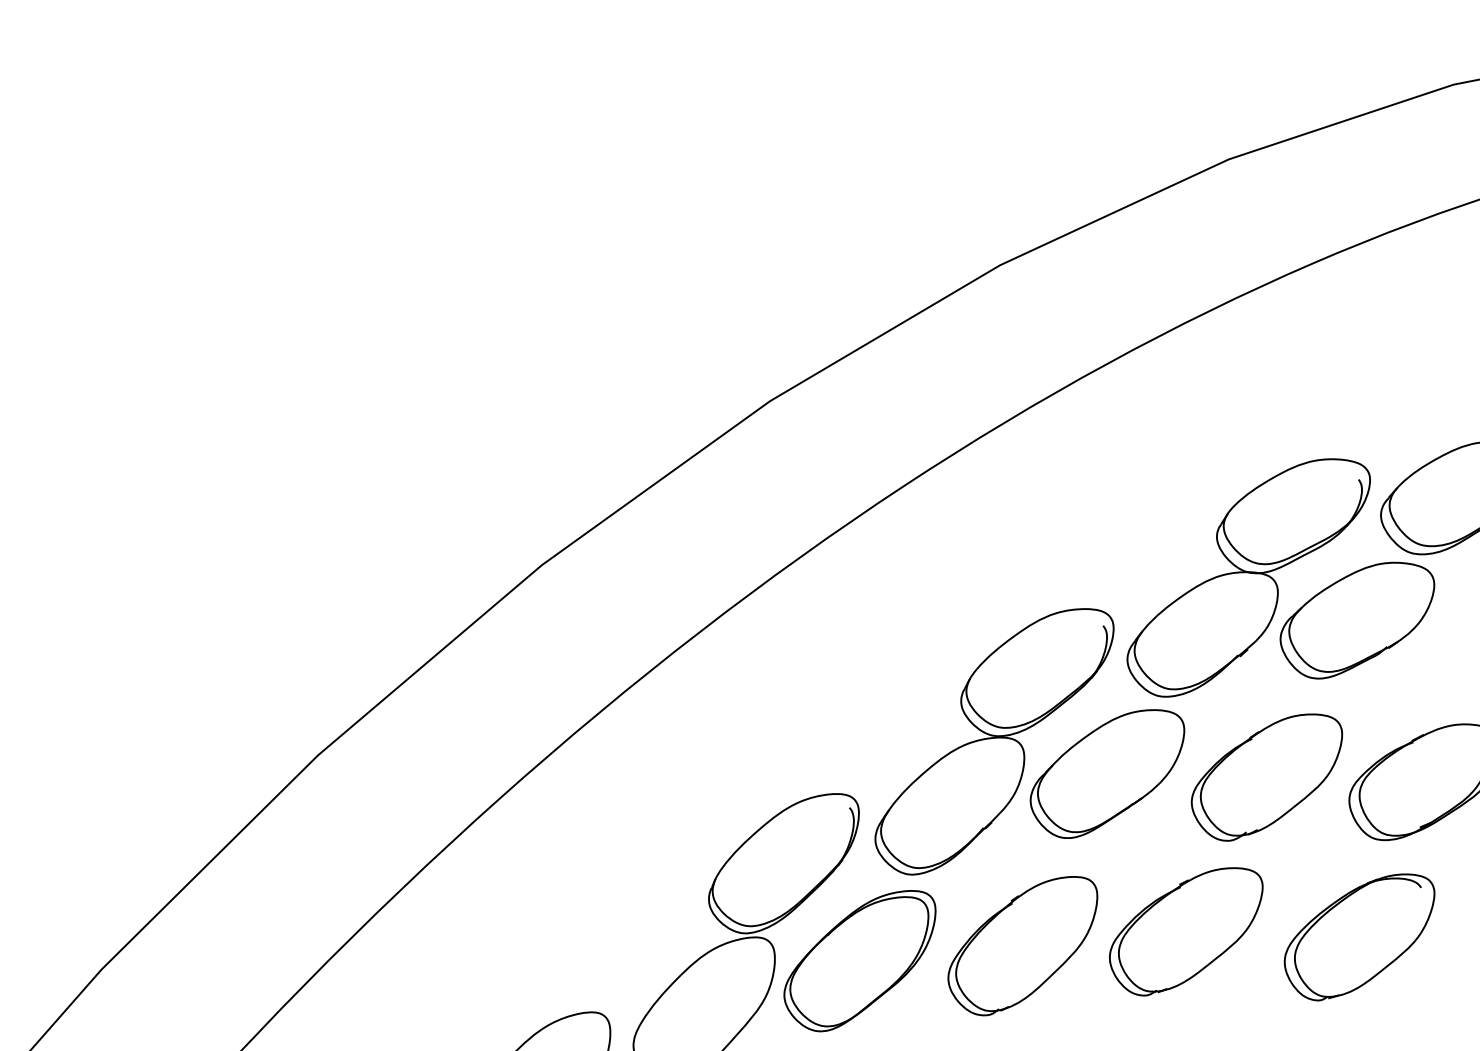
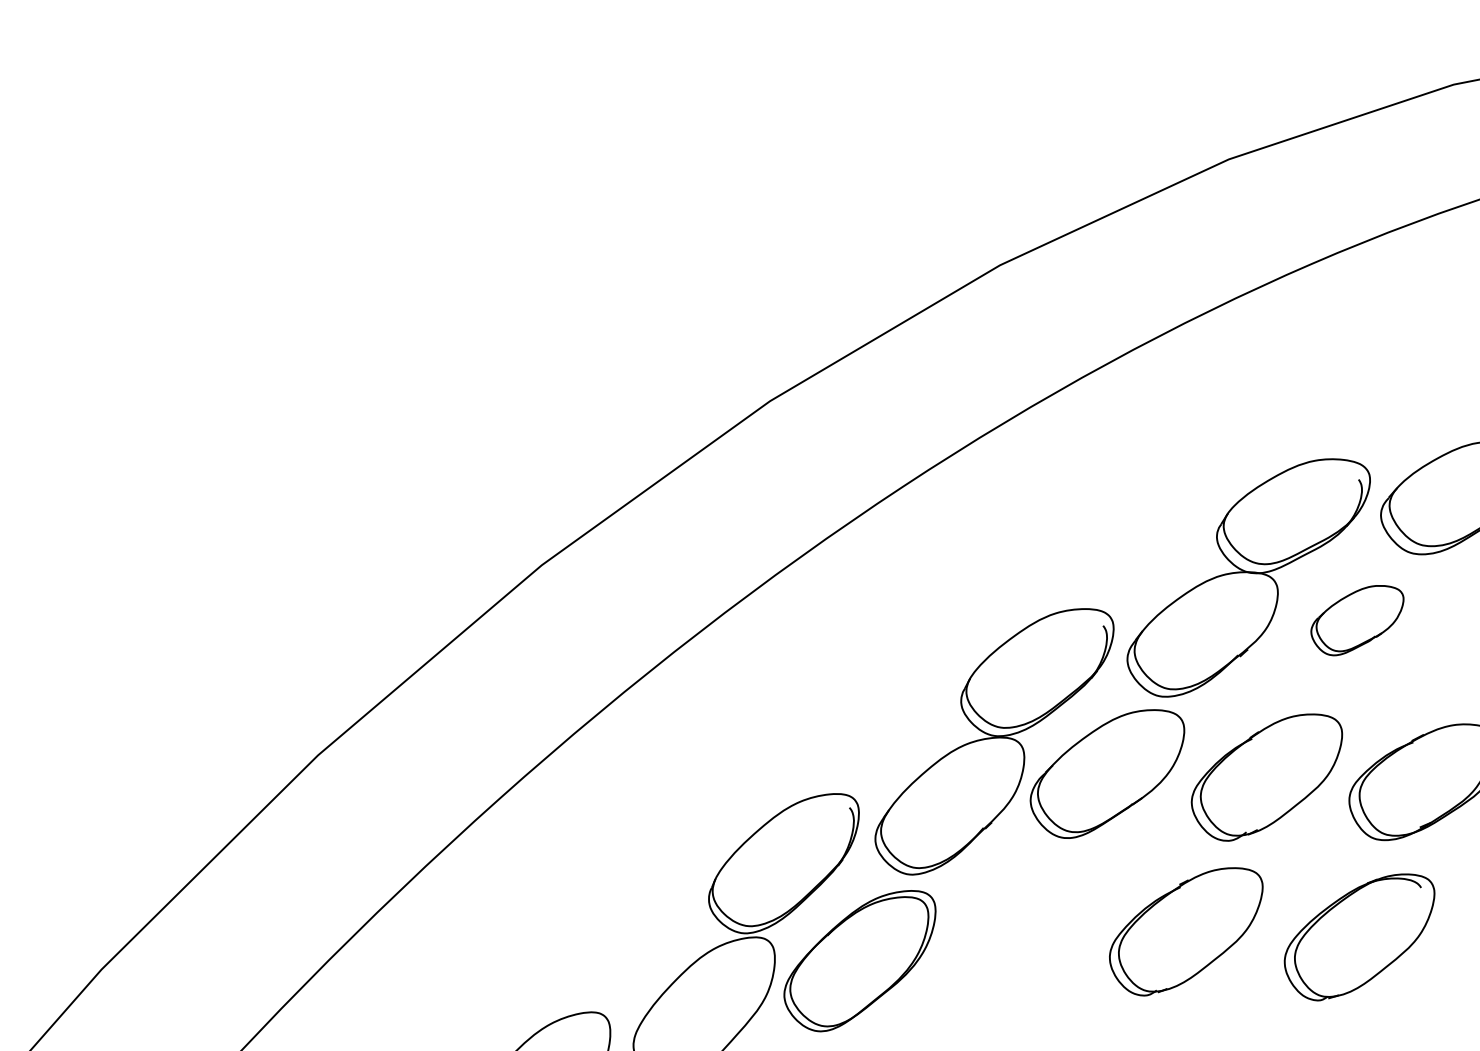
part at (1357, 620) size: 157x119 px -> 95x72 px
part at (1022, 946): present -> none
